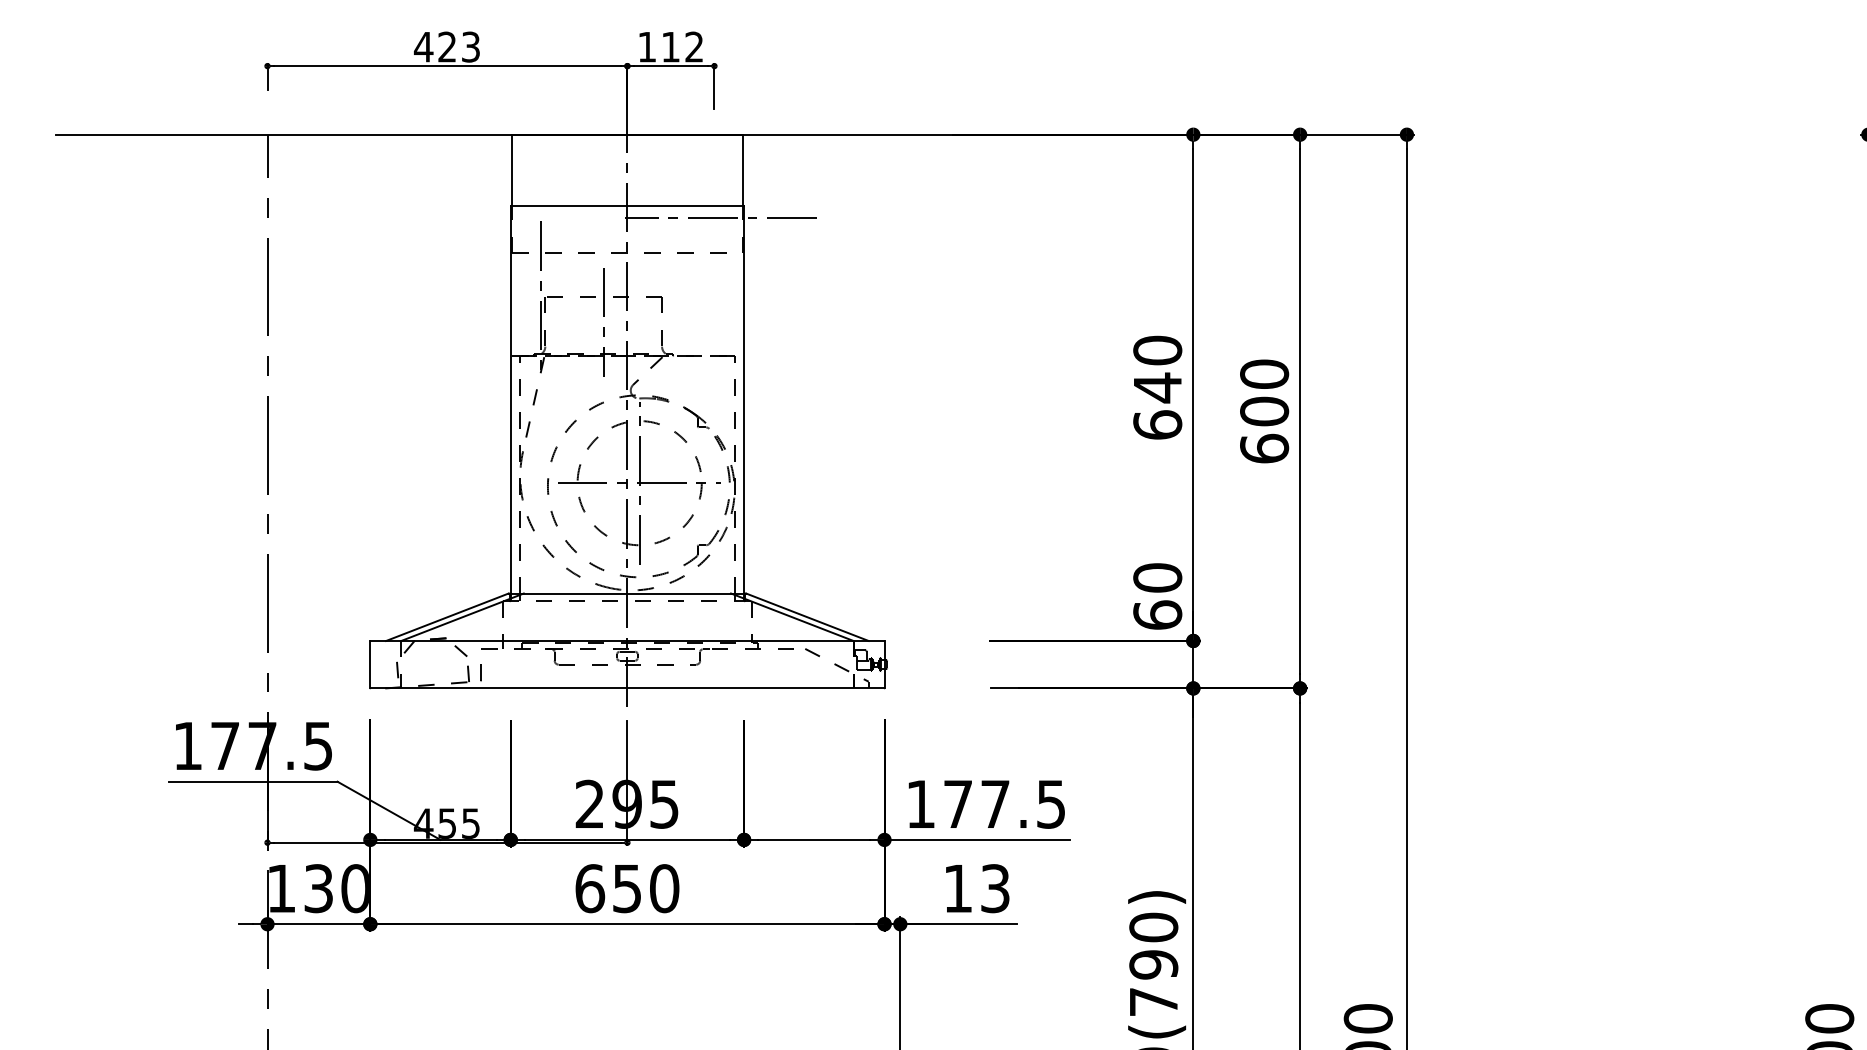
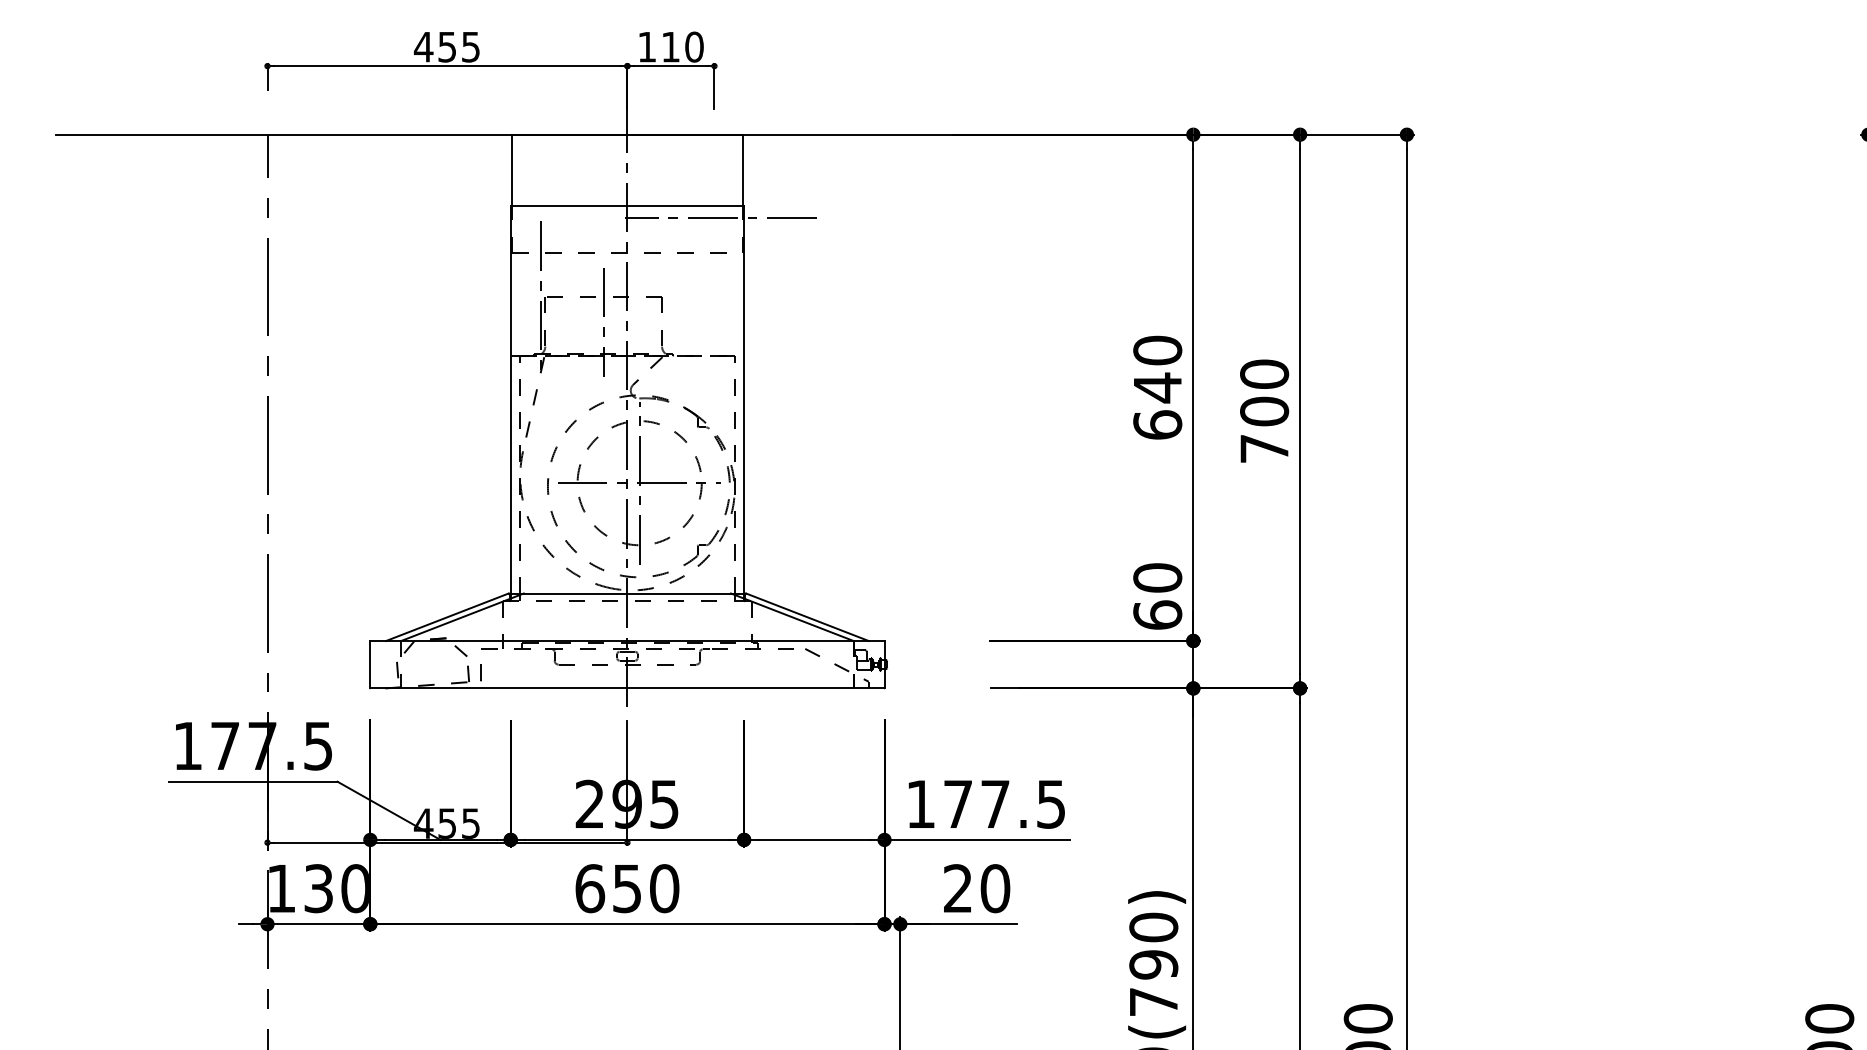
text at (458, 46): 423 -> 455
text at (694, 46): 112 -> 110
text at (1264, 448): 600 -> 700
text at (977, 888): 13 -> 20
